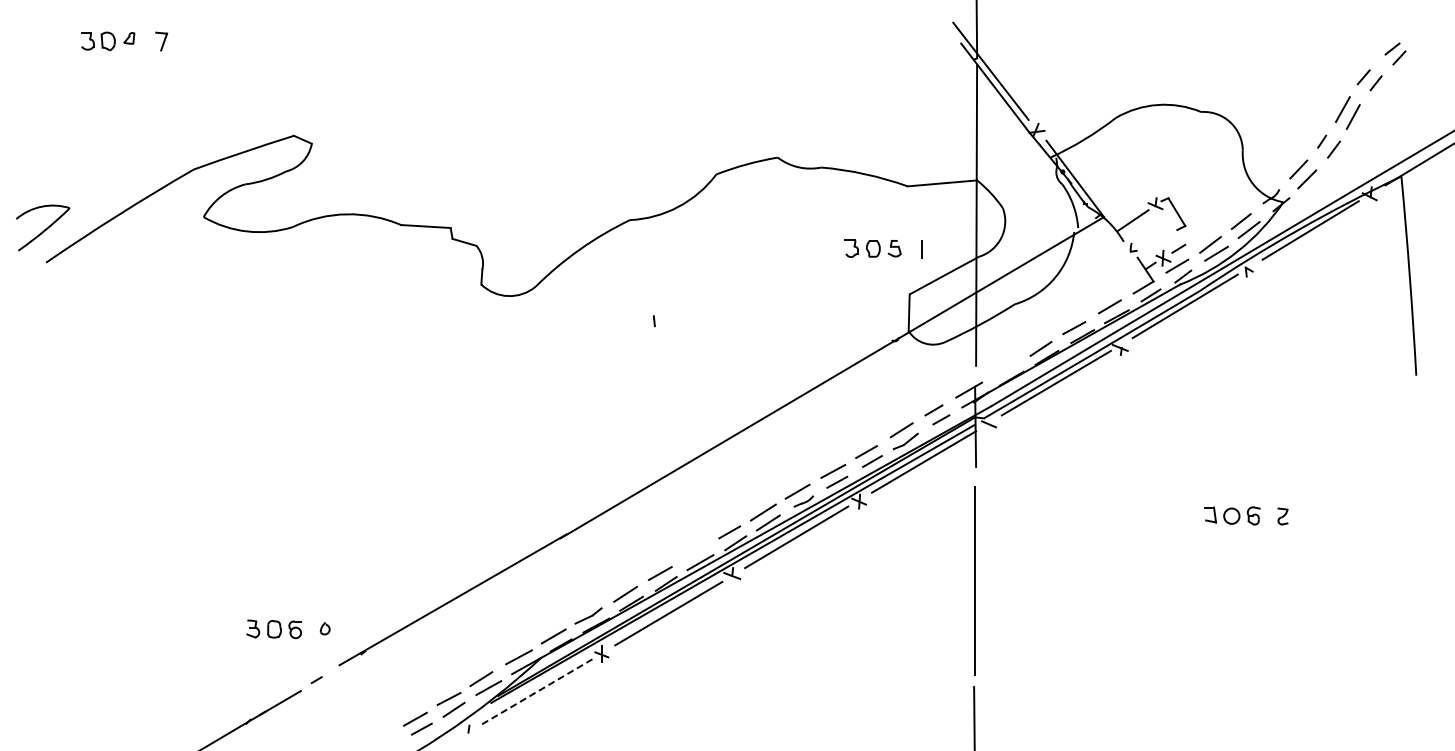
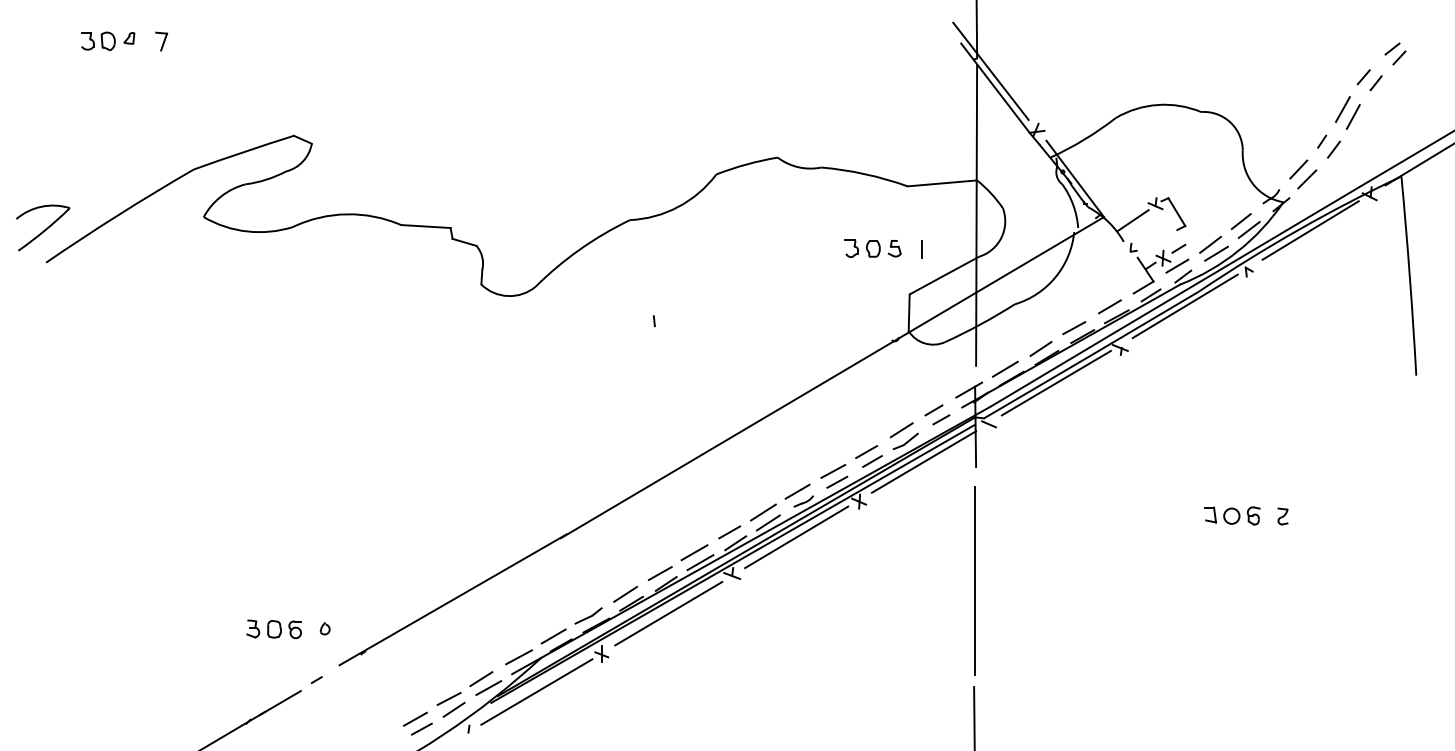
line at (1004, 368): none -> present
line at (694, 552): none -> present
line at (536, 692): dashed -> solid
